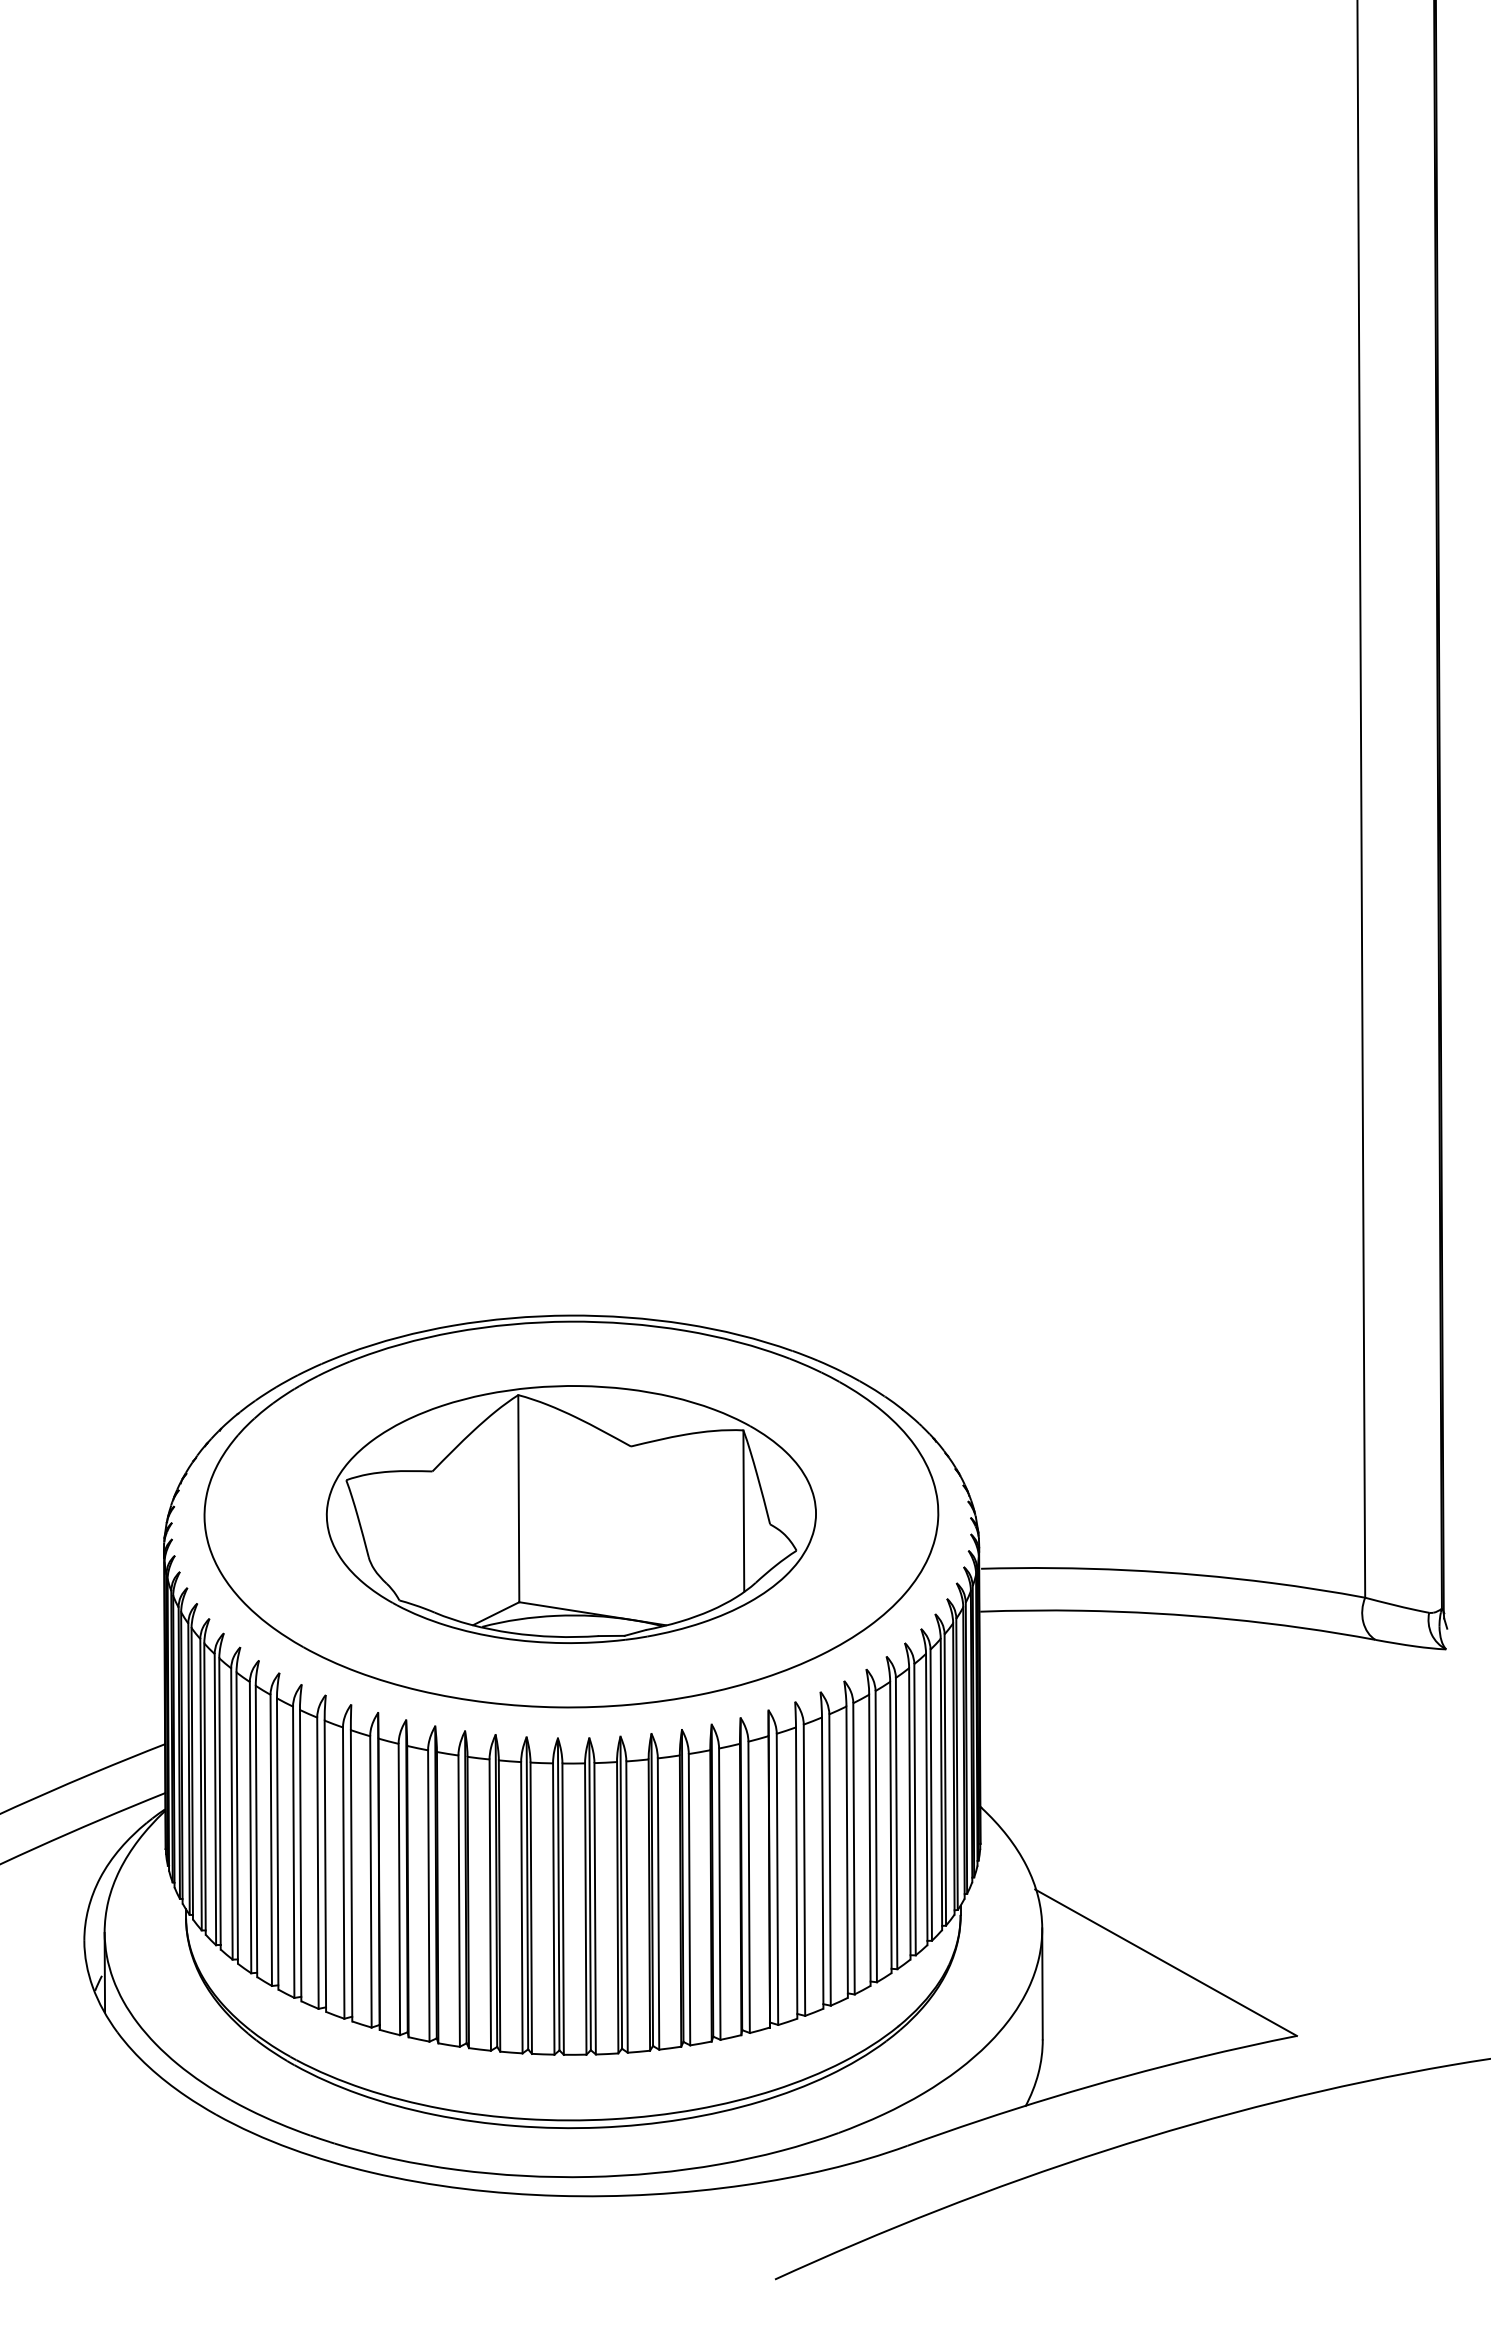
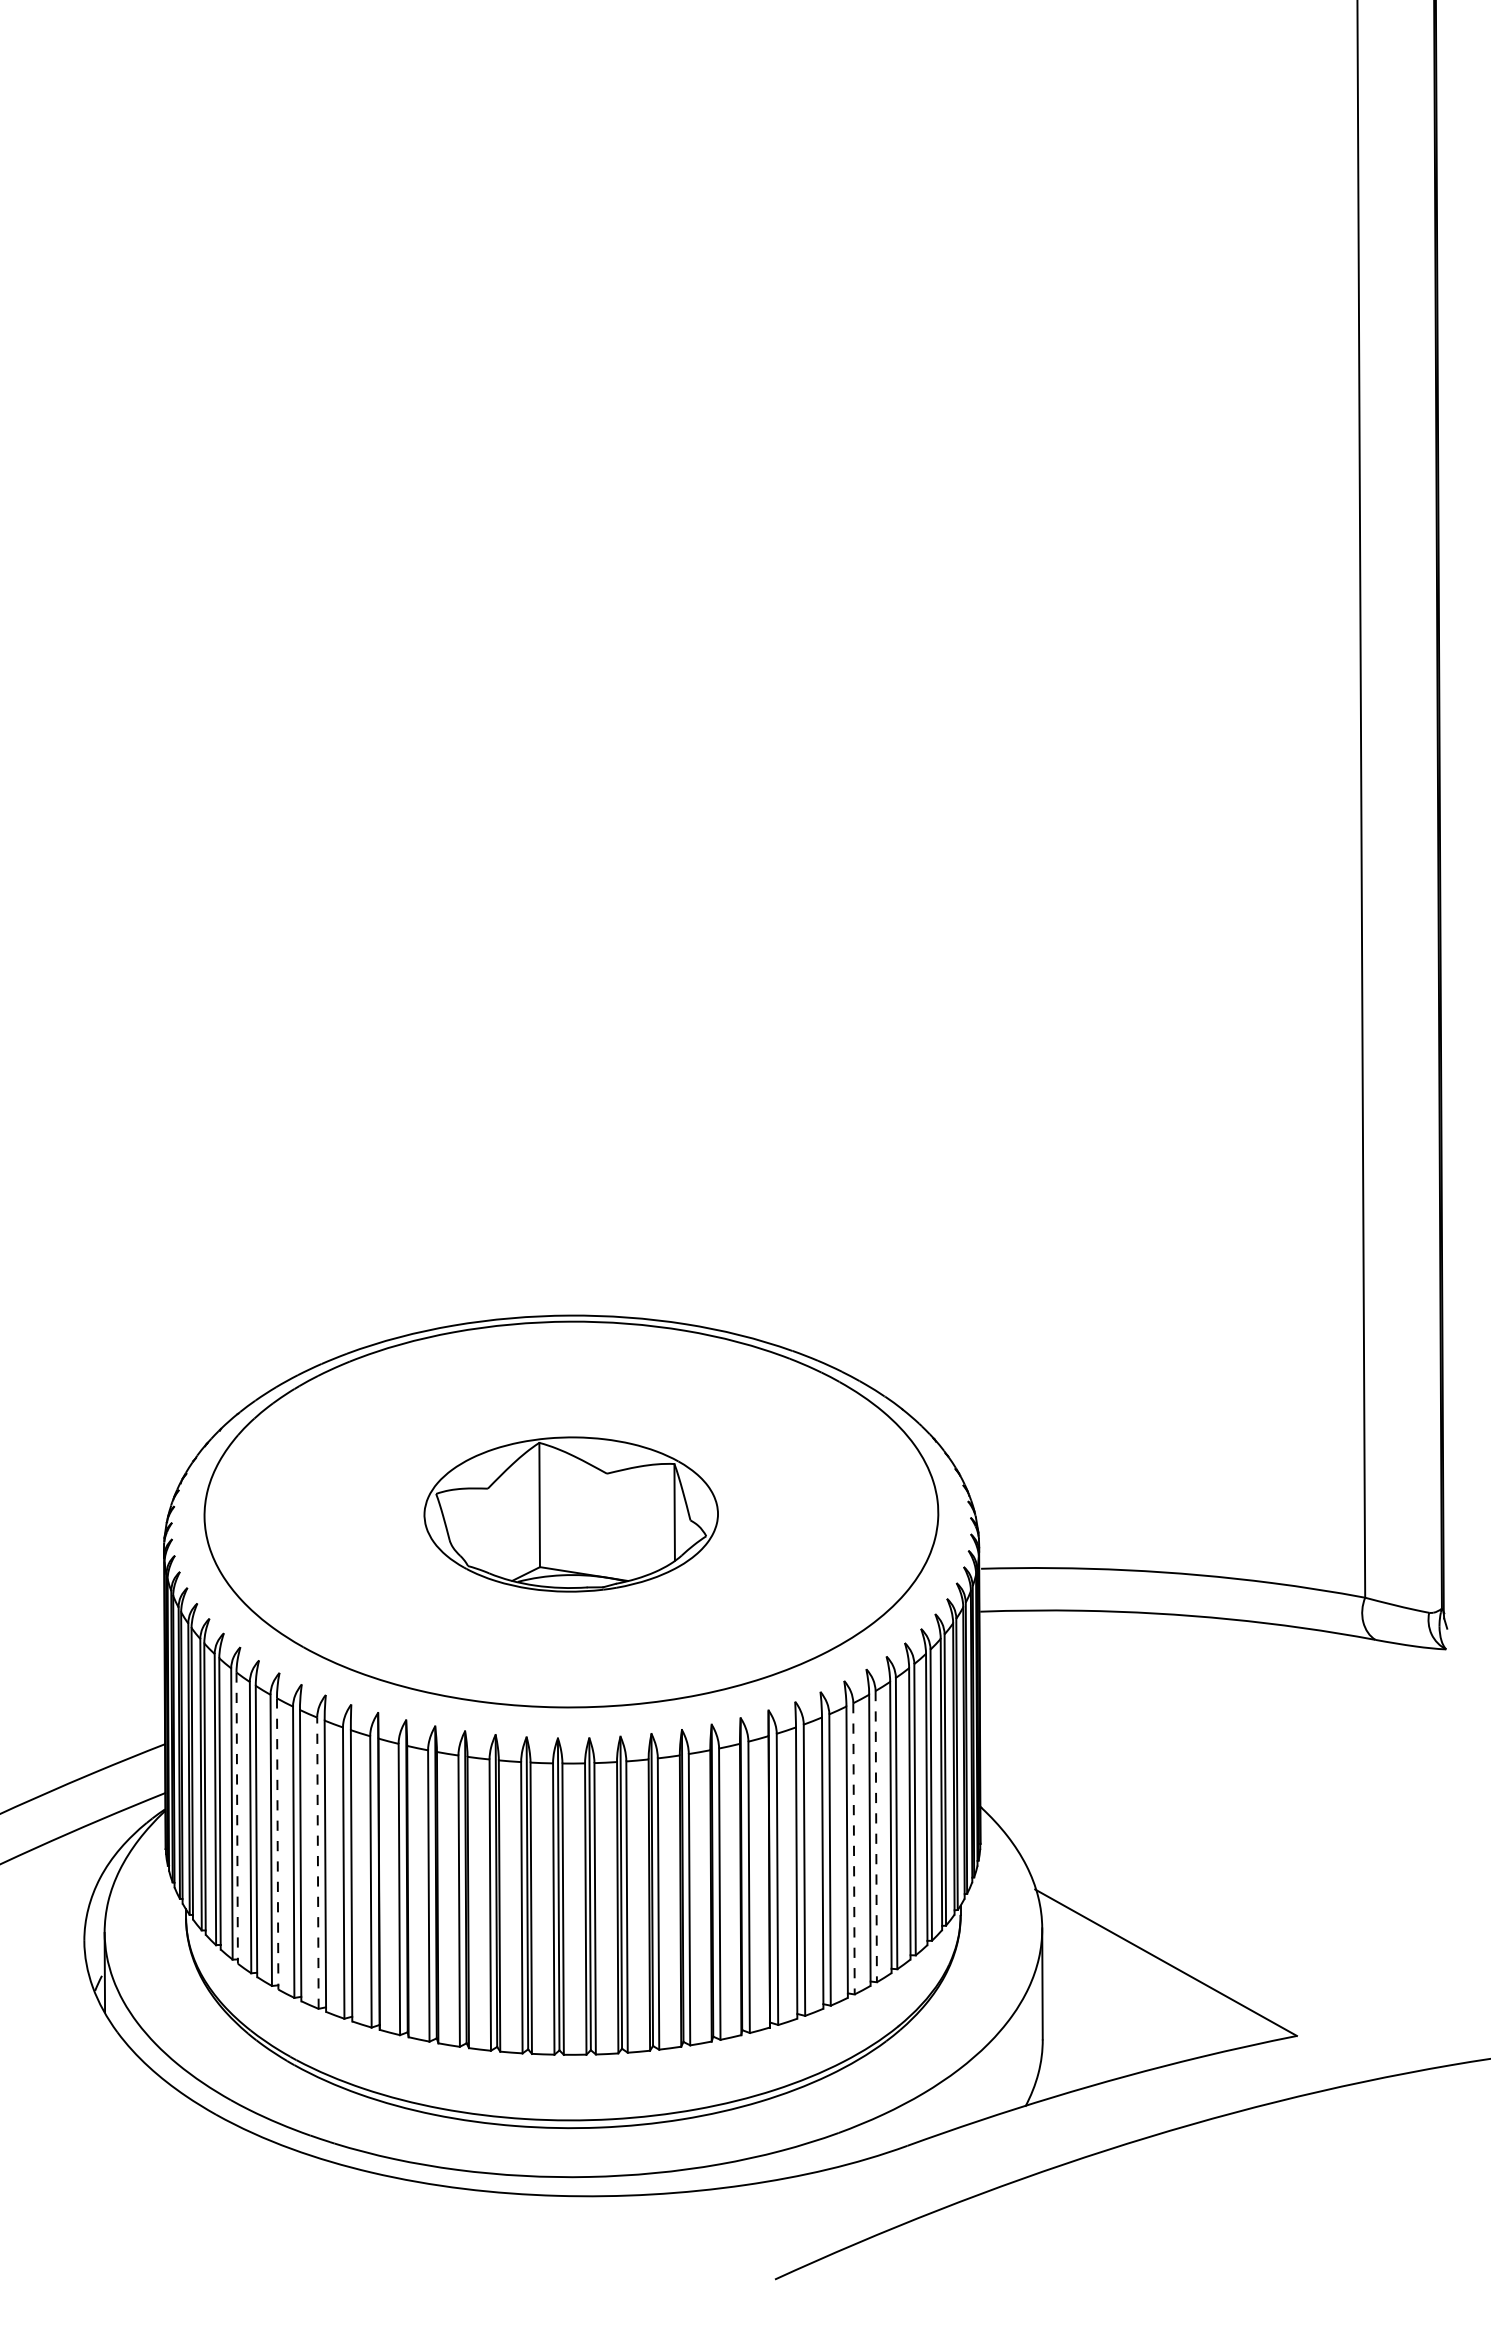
part at (570, 1514) size: 492x259 px -> 296x157 px
line at (237, 1818): solid -> dashed
line at (876, 1836): solid -> dashed
line at (277, 1844): solid -> dashed
line at (854, 1848): solid -> dashed
line at (317, 1863): solid -> dashed
